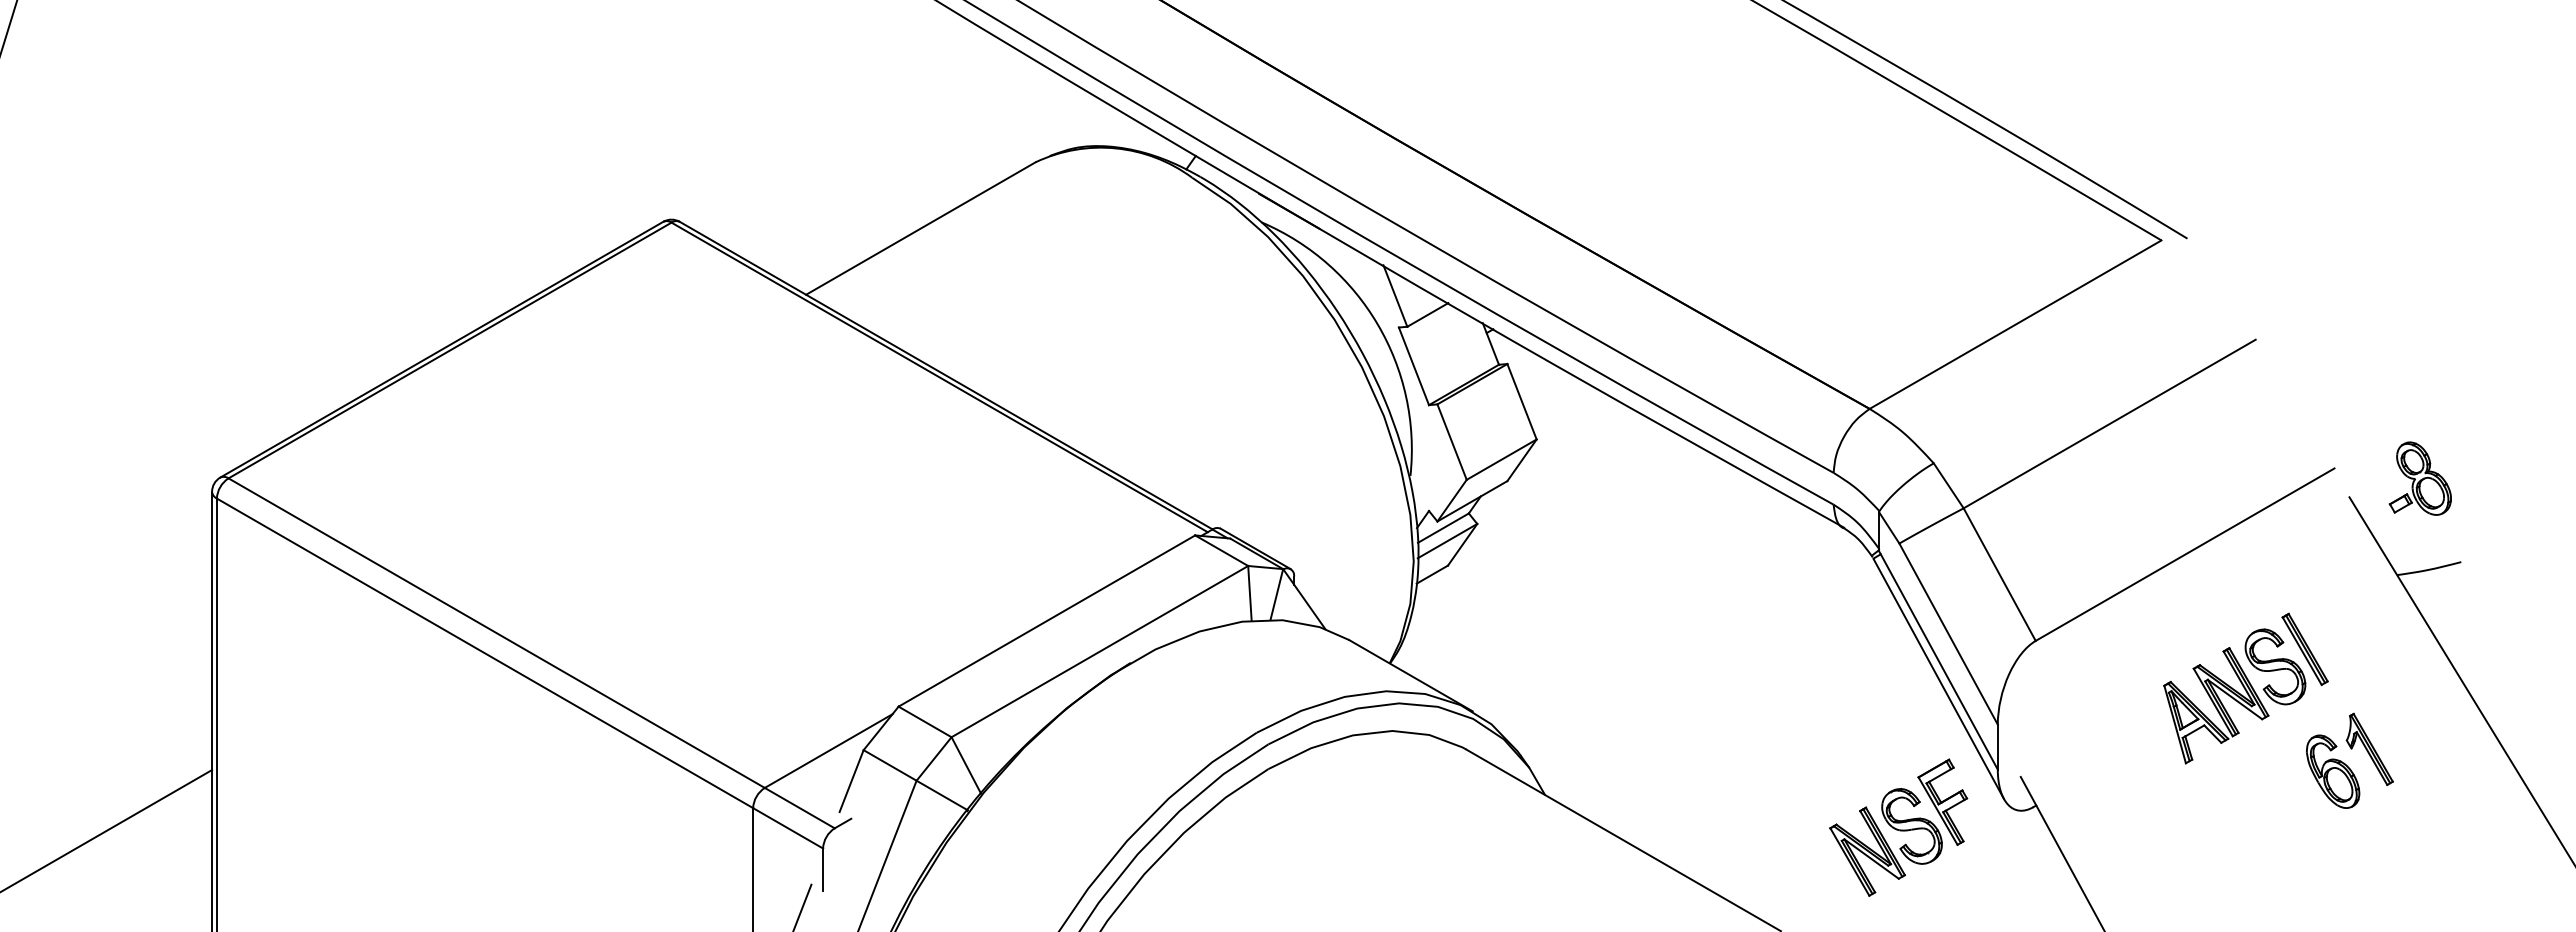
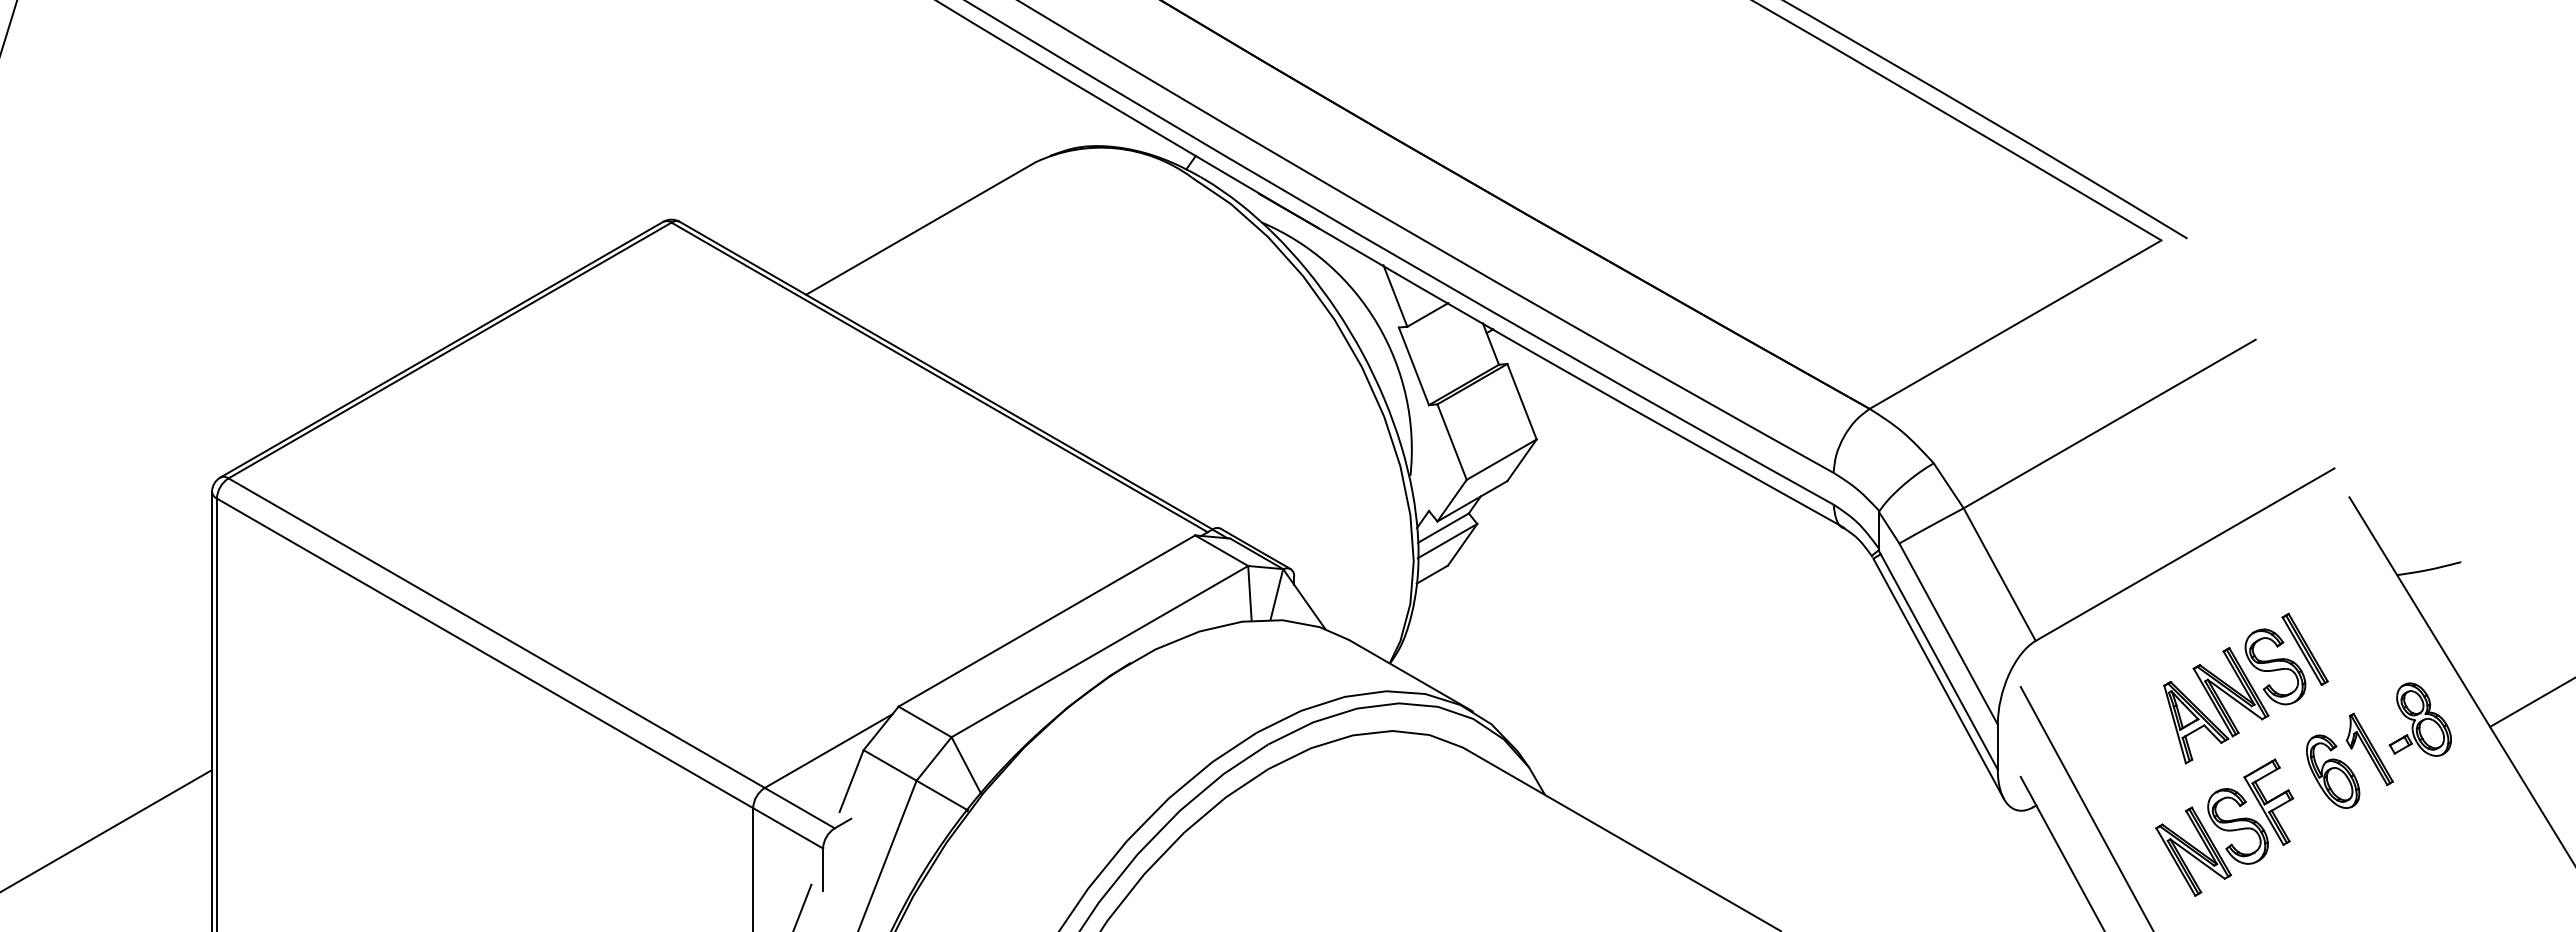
part at (2419, 478) position: (2419, 478) -> (2419, 719)
line at (2531, 702): none -> present
line at (2085, 807): none -> present
part at (1898, 827) position: (1898, 827) -> (2224, 827)
